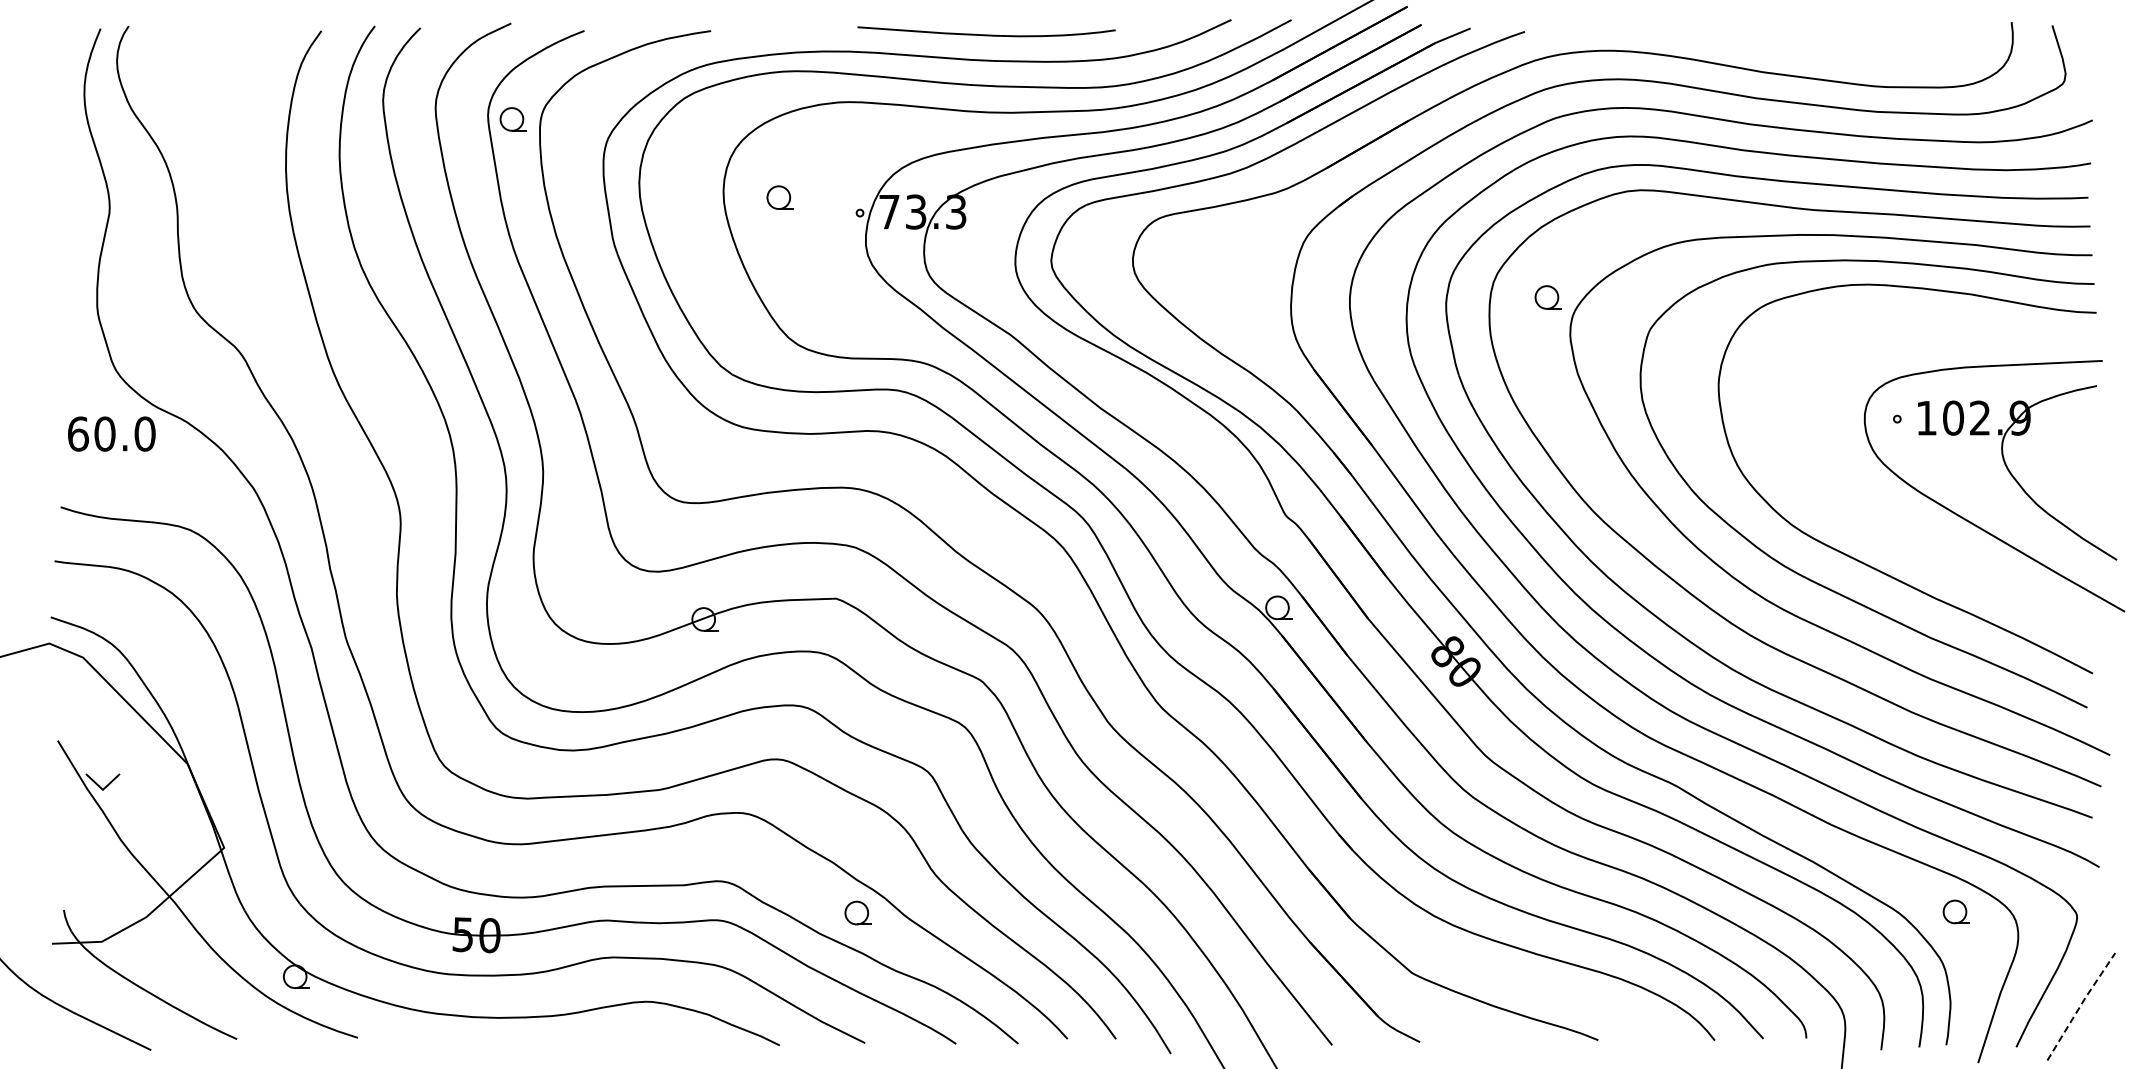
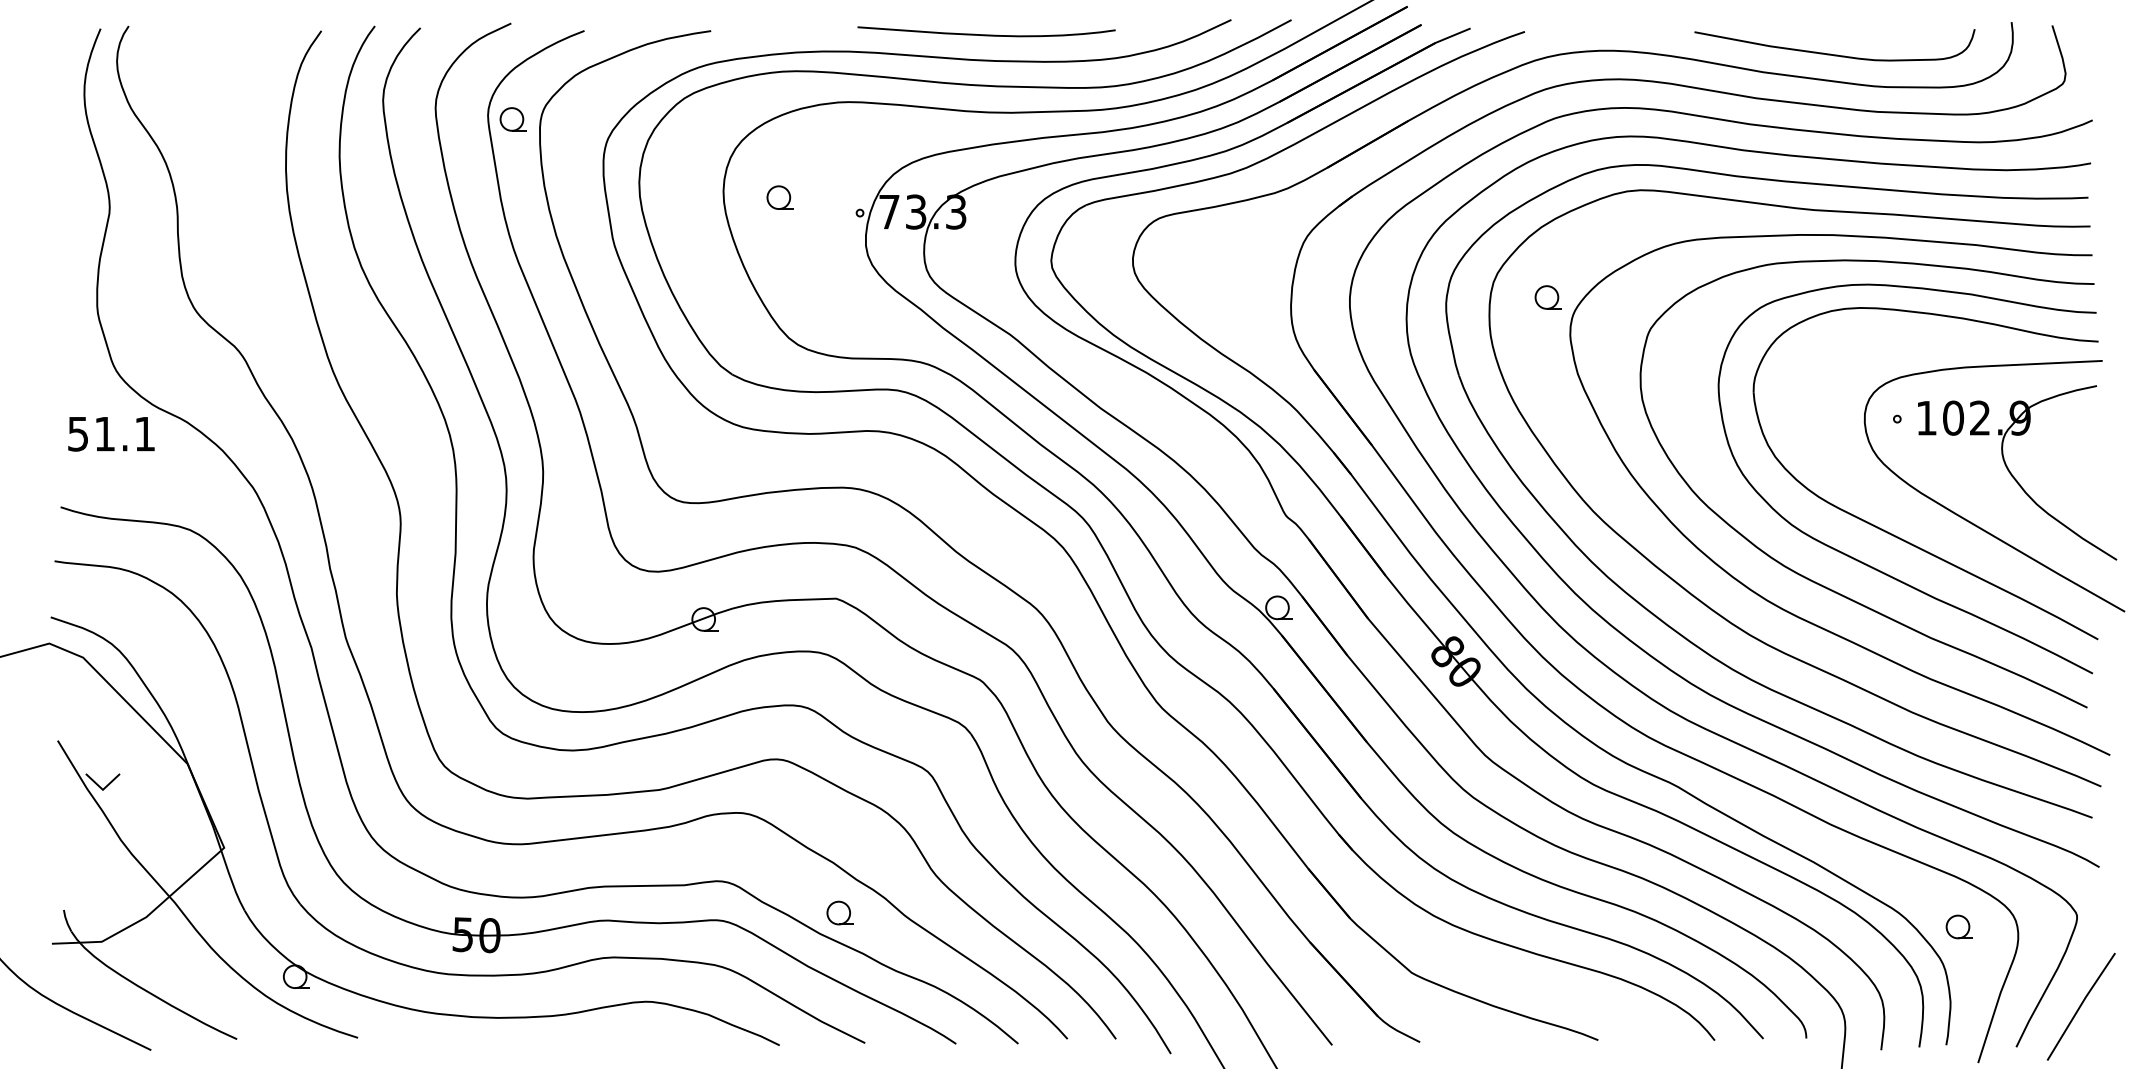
curve at (1830, 53): none -> present
text at (111, 433): 60.0 -> 51.1
part at (1894, 534): none -> present
part at (1955, 911) position: (1955, 911) -> (1958, 926)
part at (857, 912) position: (857, 912) -> (839, 912)
line at (2081, 1005): dashed -> solid
